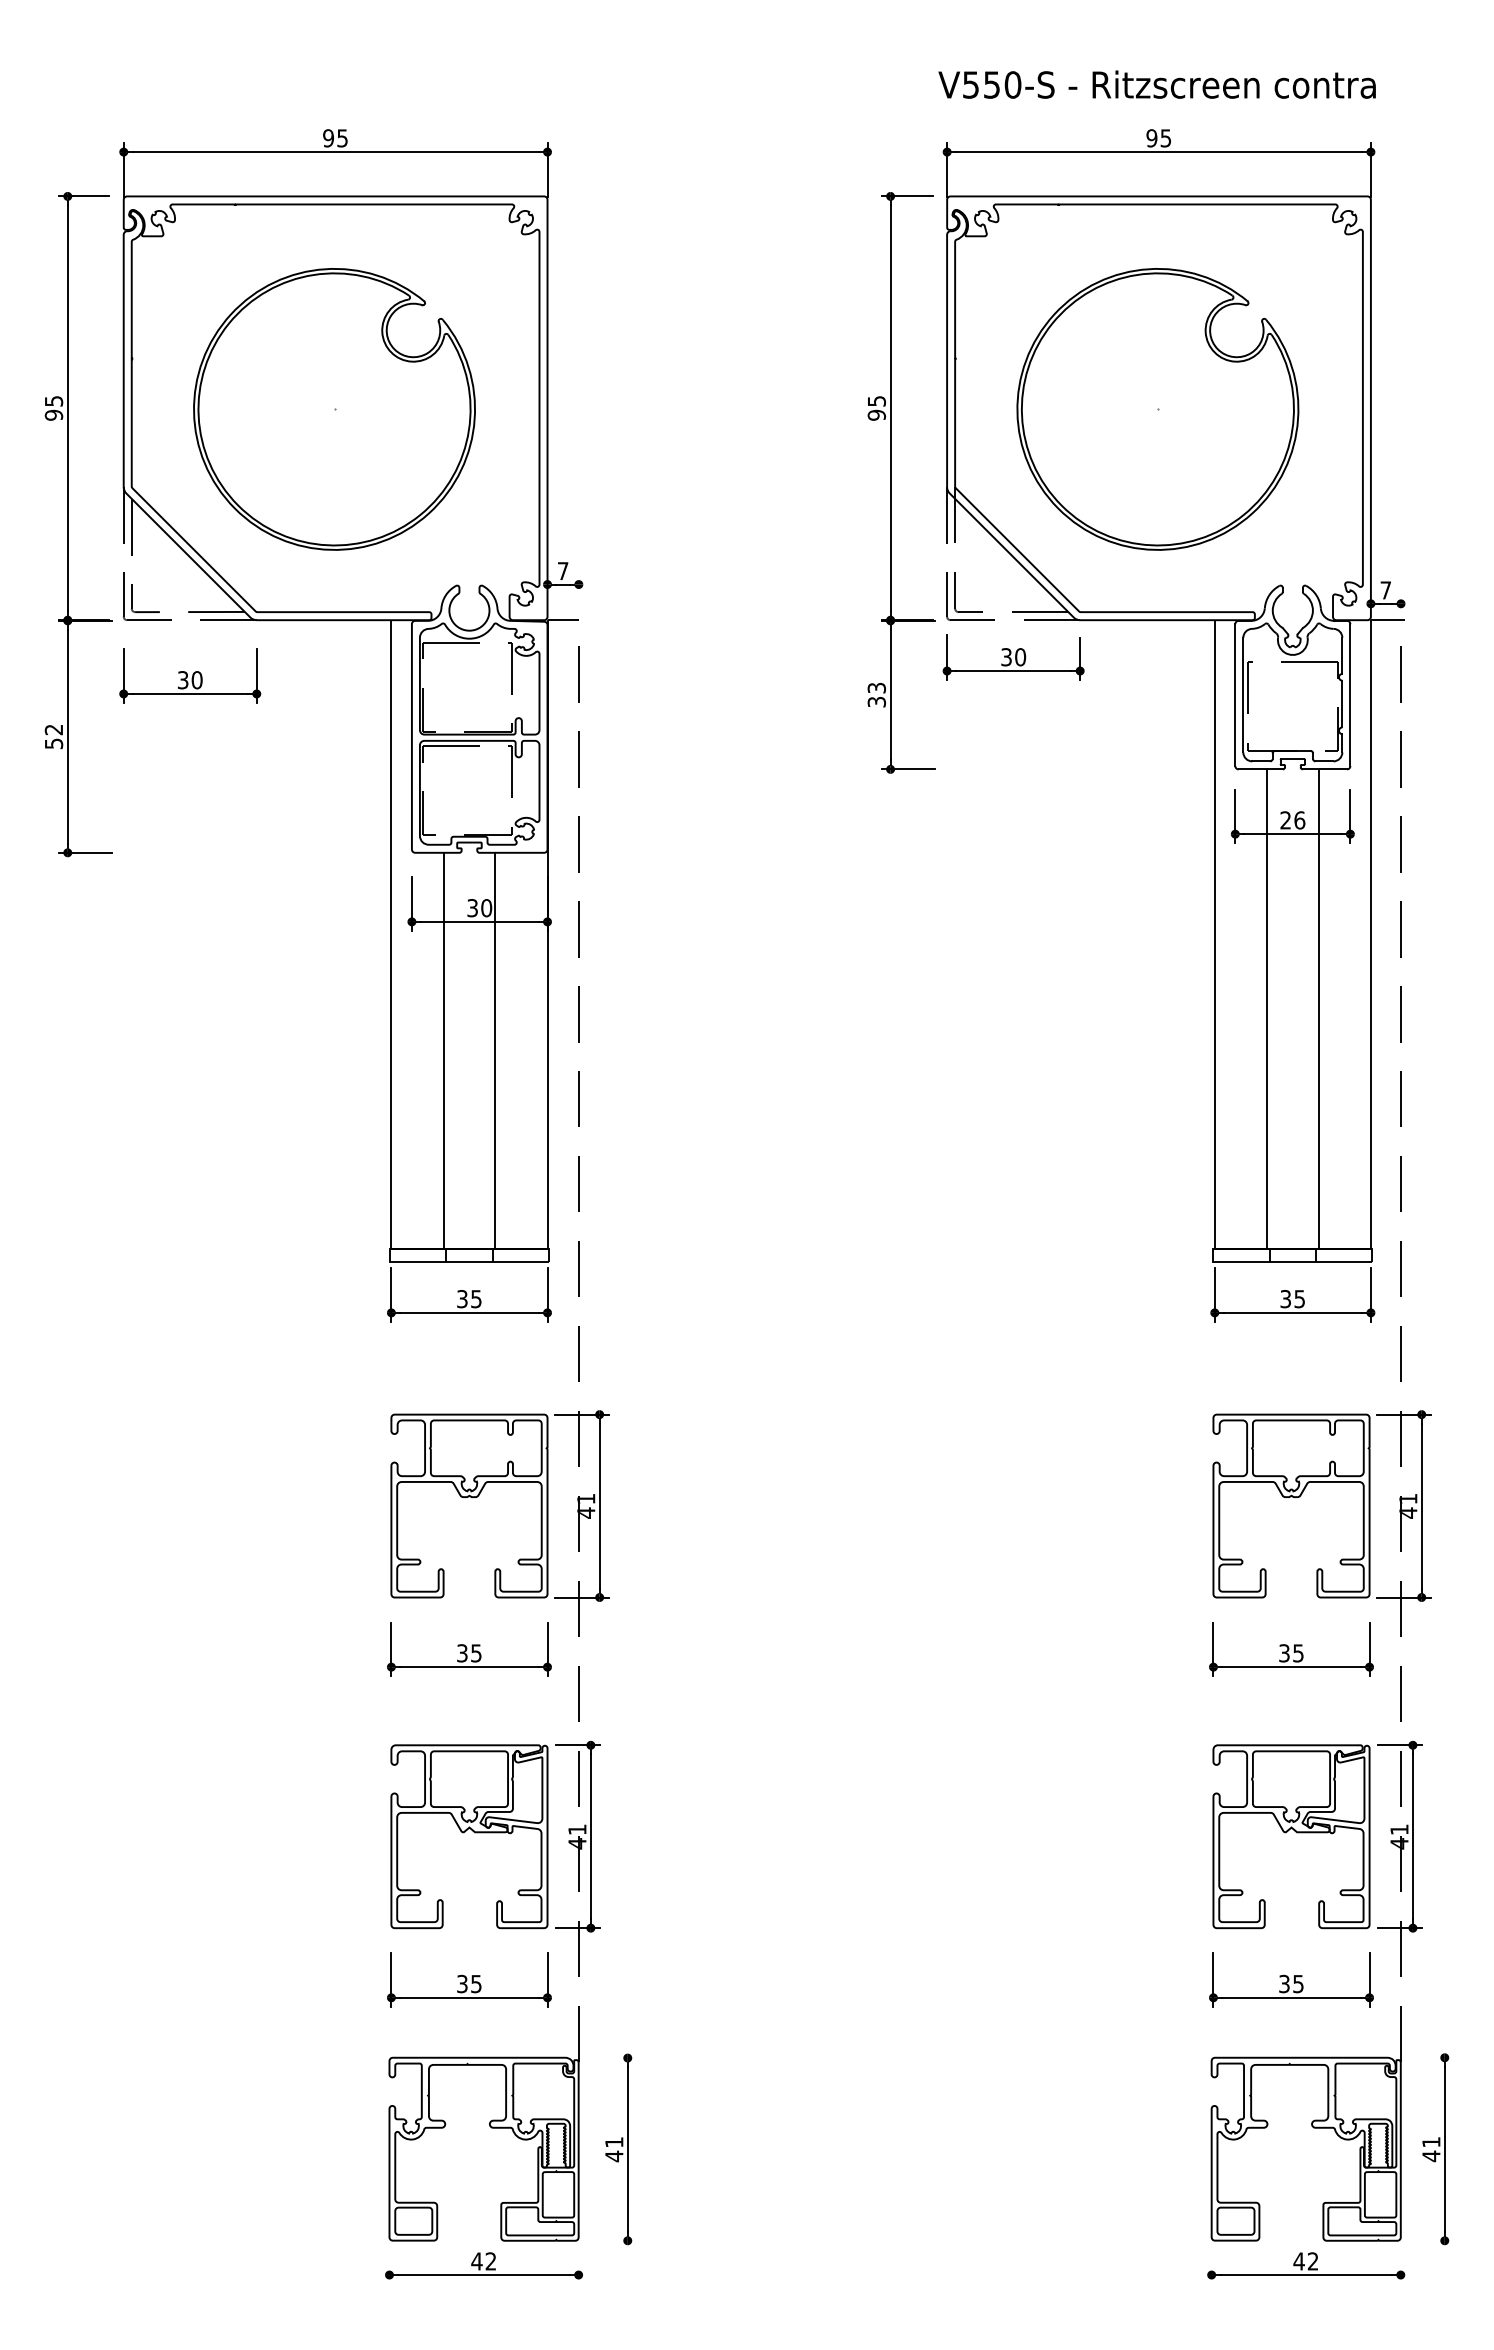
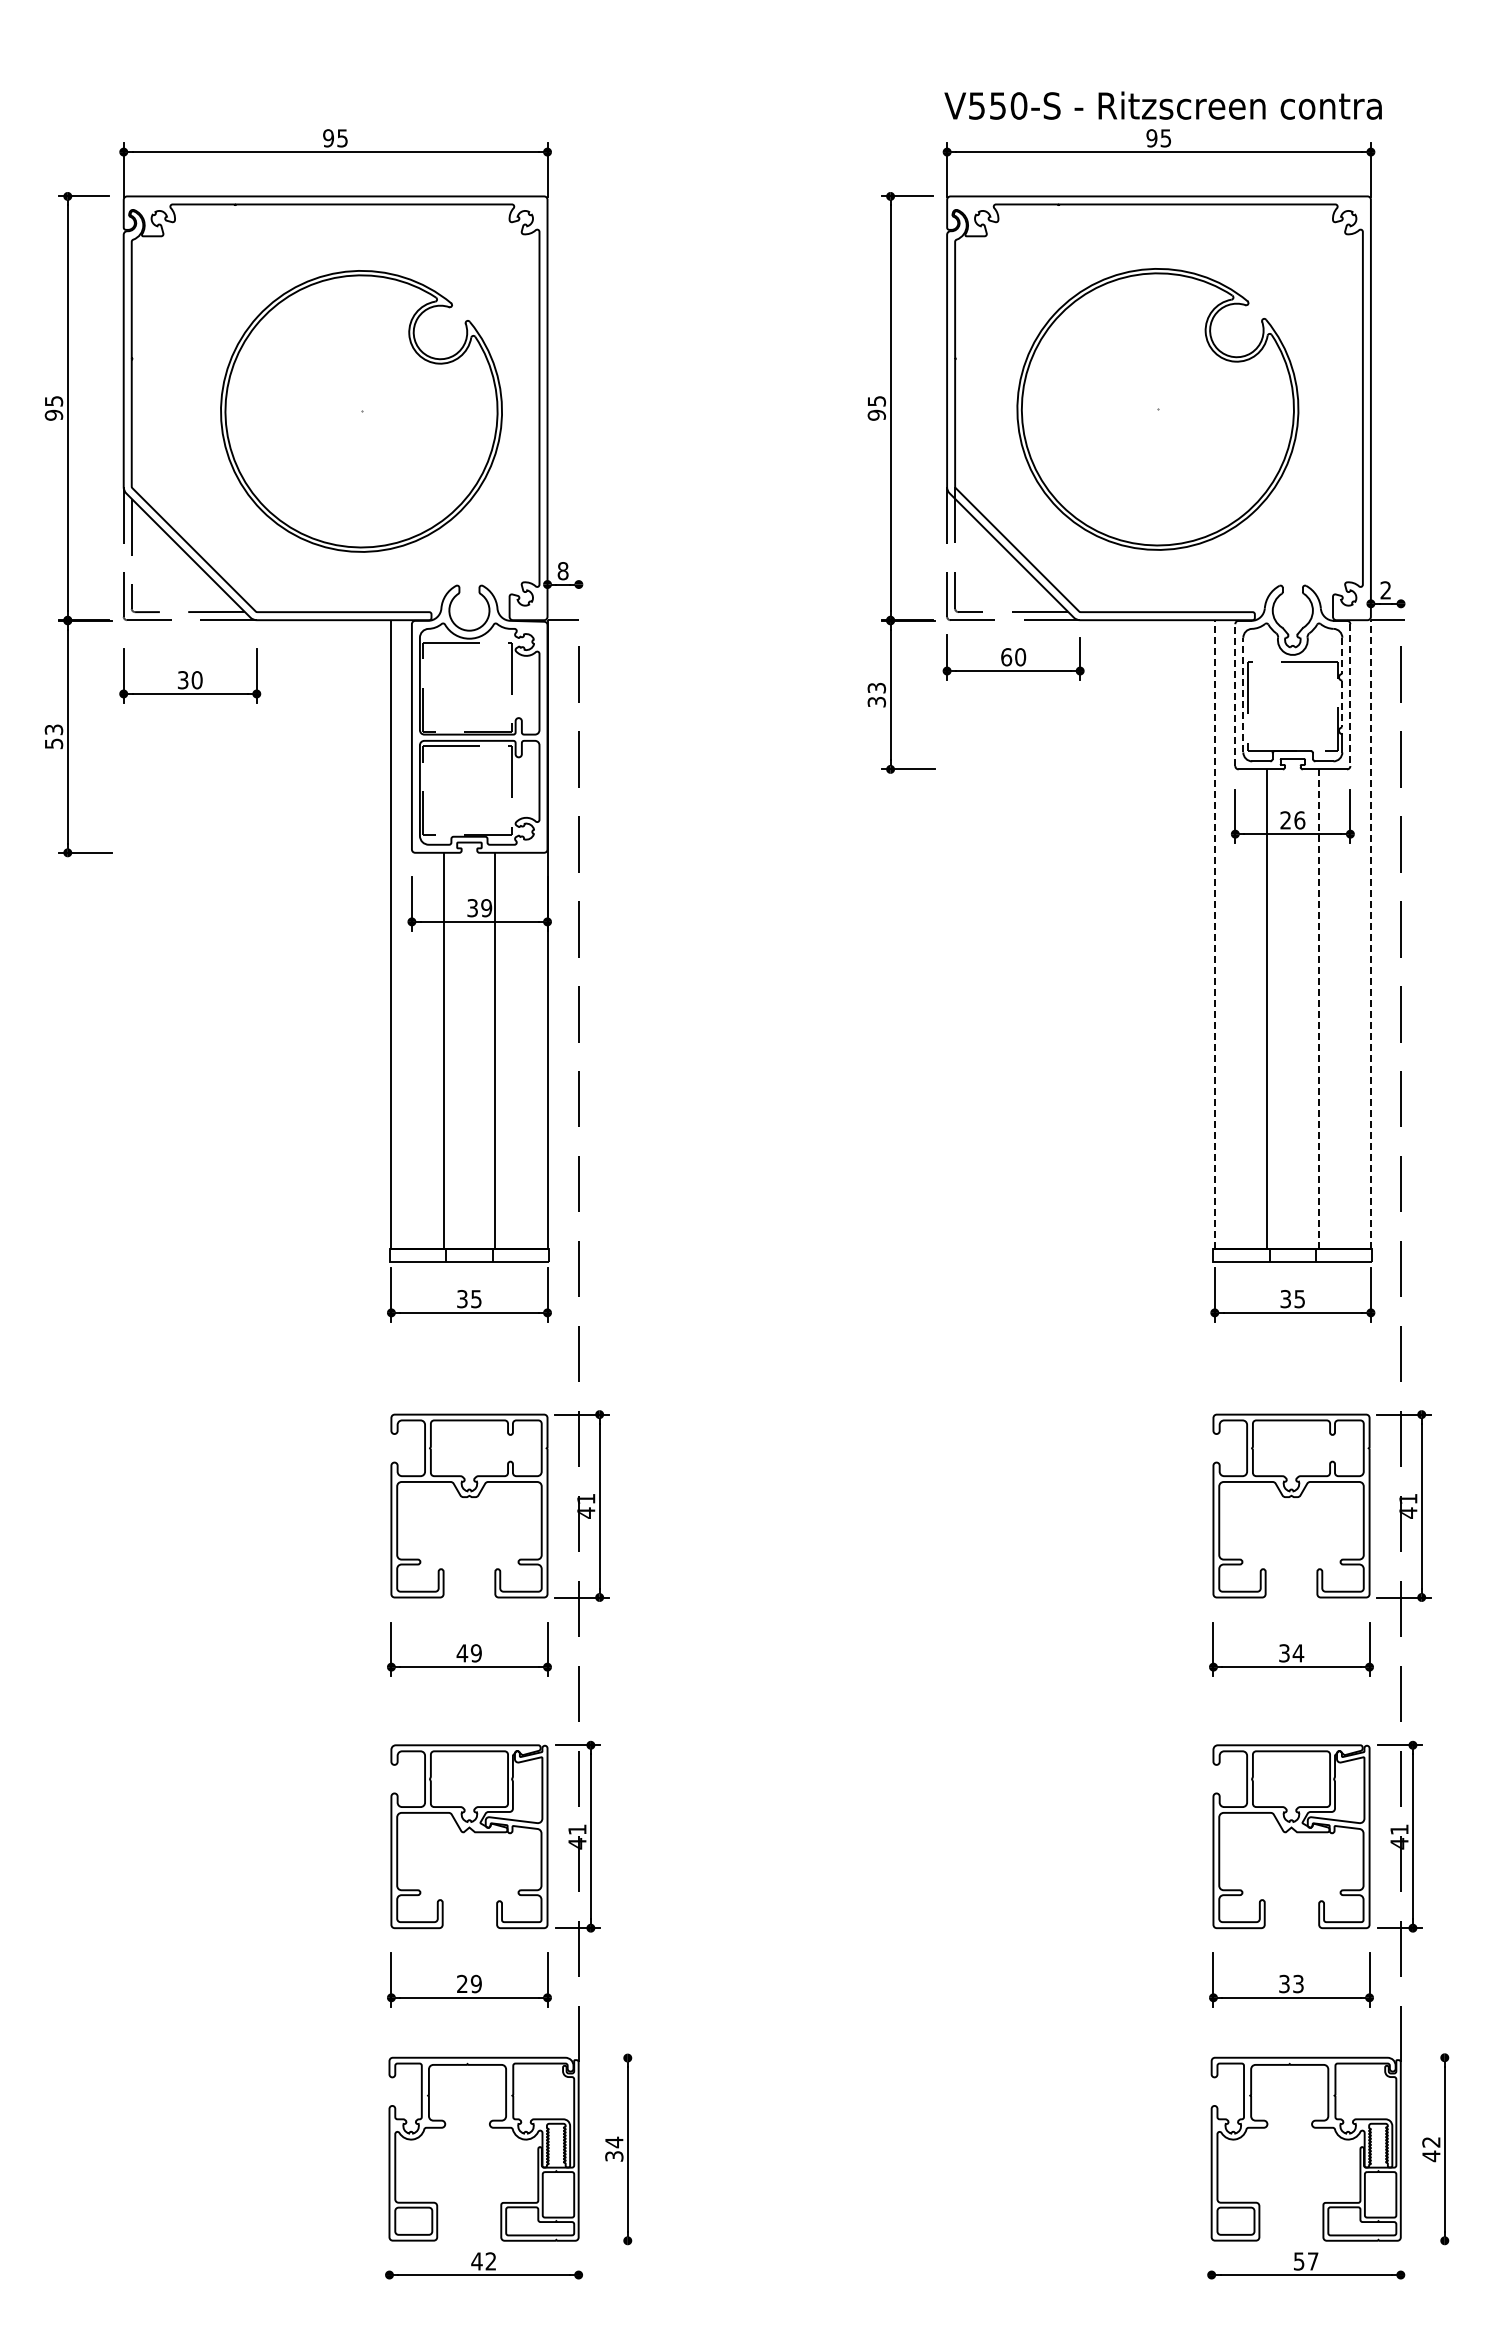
text at (1156, 84) position: (1156, 84) -> (1162, 105)
part at (334, 409) position: (334, 409) -> (361, 411)
text at (562, 571): 7 -> 8
text at (1385, 590): 7 -> 2
line at (1342, 656): solid -> dashed
text at (1006, 657): 30 -> 60
line at (1243, 694): solid -> dashed
line at (1235, 695): solid -> dashed
line at (1350, 695): solid -> dashed
line at (1342, 704): solid -> dashed
text at (54, 729): 52 -> 53
text at (486, 908): 30 -> 39
line at (1214, 933): solid -> dashed
line at (1370, 933): solid -> dashed
line at (1318, 1009): solid -> dashed
text at (468, 1653): 35 -> 49
text at (1298, 1653): 35 -> 34
text at (469, 1983): 35 -> 29
text at (1298, 1983): 35 -> 33
text at (1431, 2142): 41 -> 42
text at (614, 2149): 41 -> 34
text at (1305, 2261): 42 -> 57
